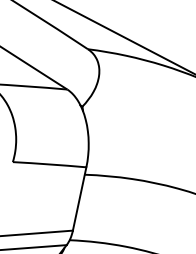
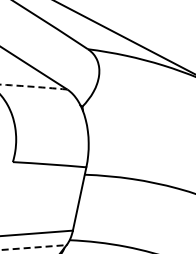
arc at (33, 86): solid -> dashed
line at (33, 247): solid -> dashed
